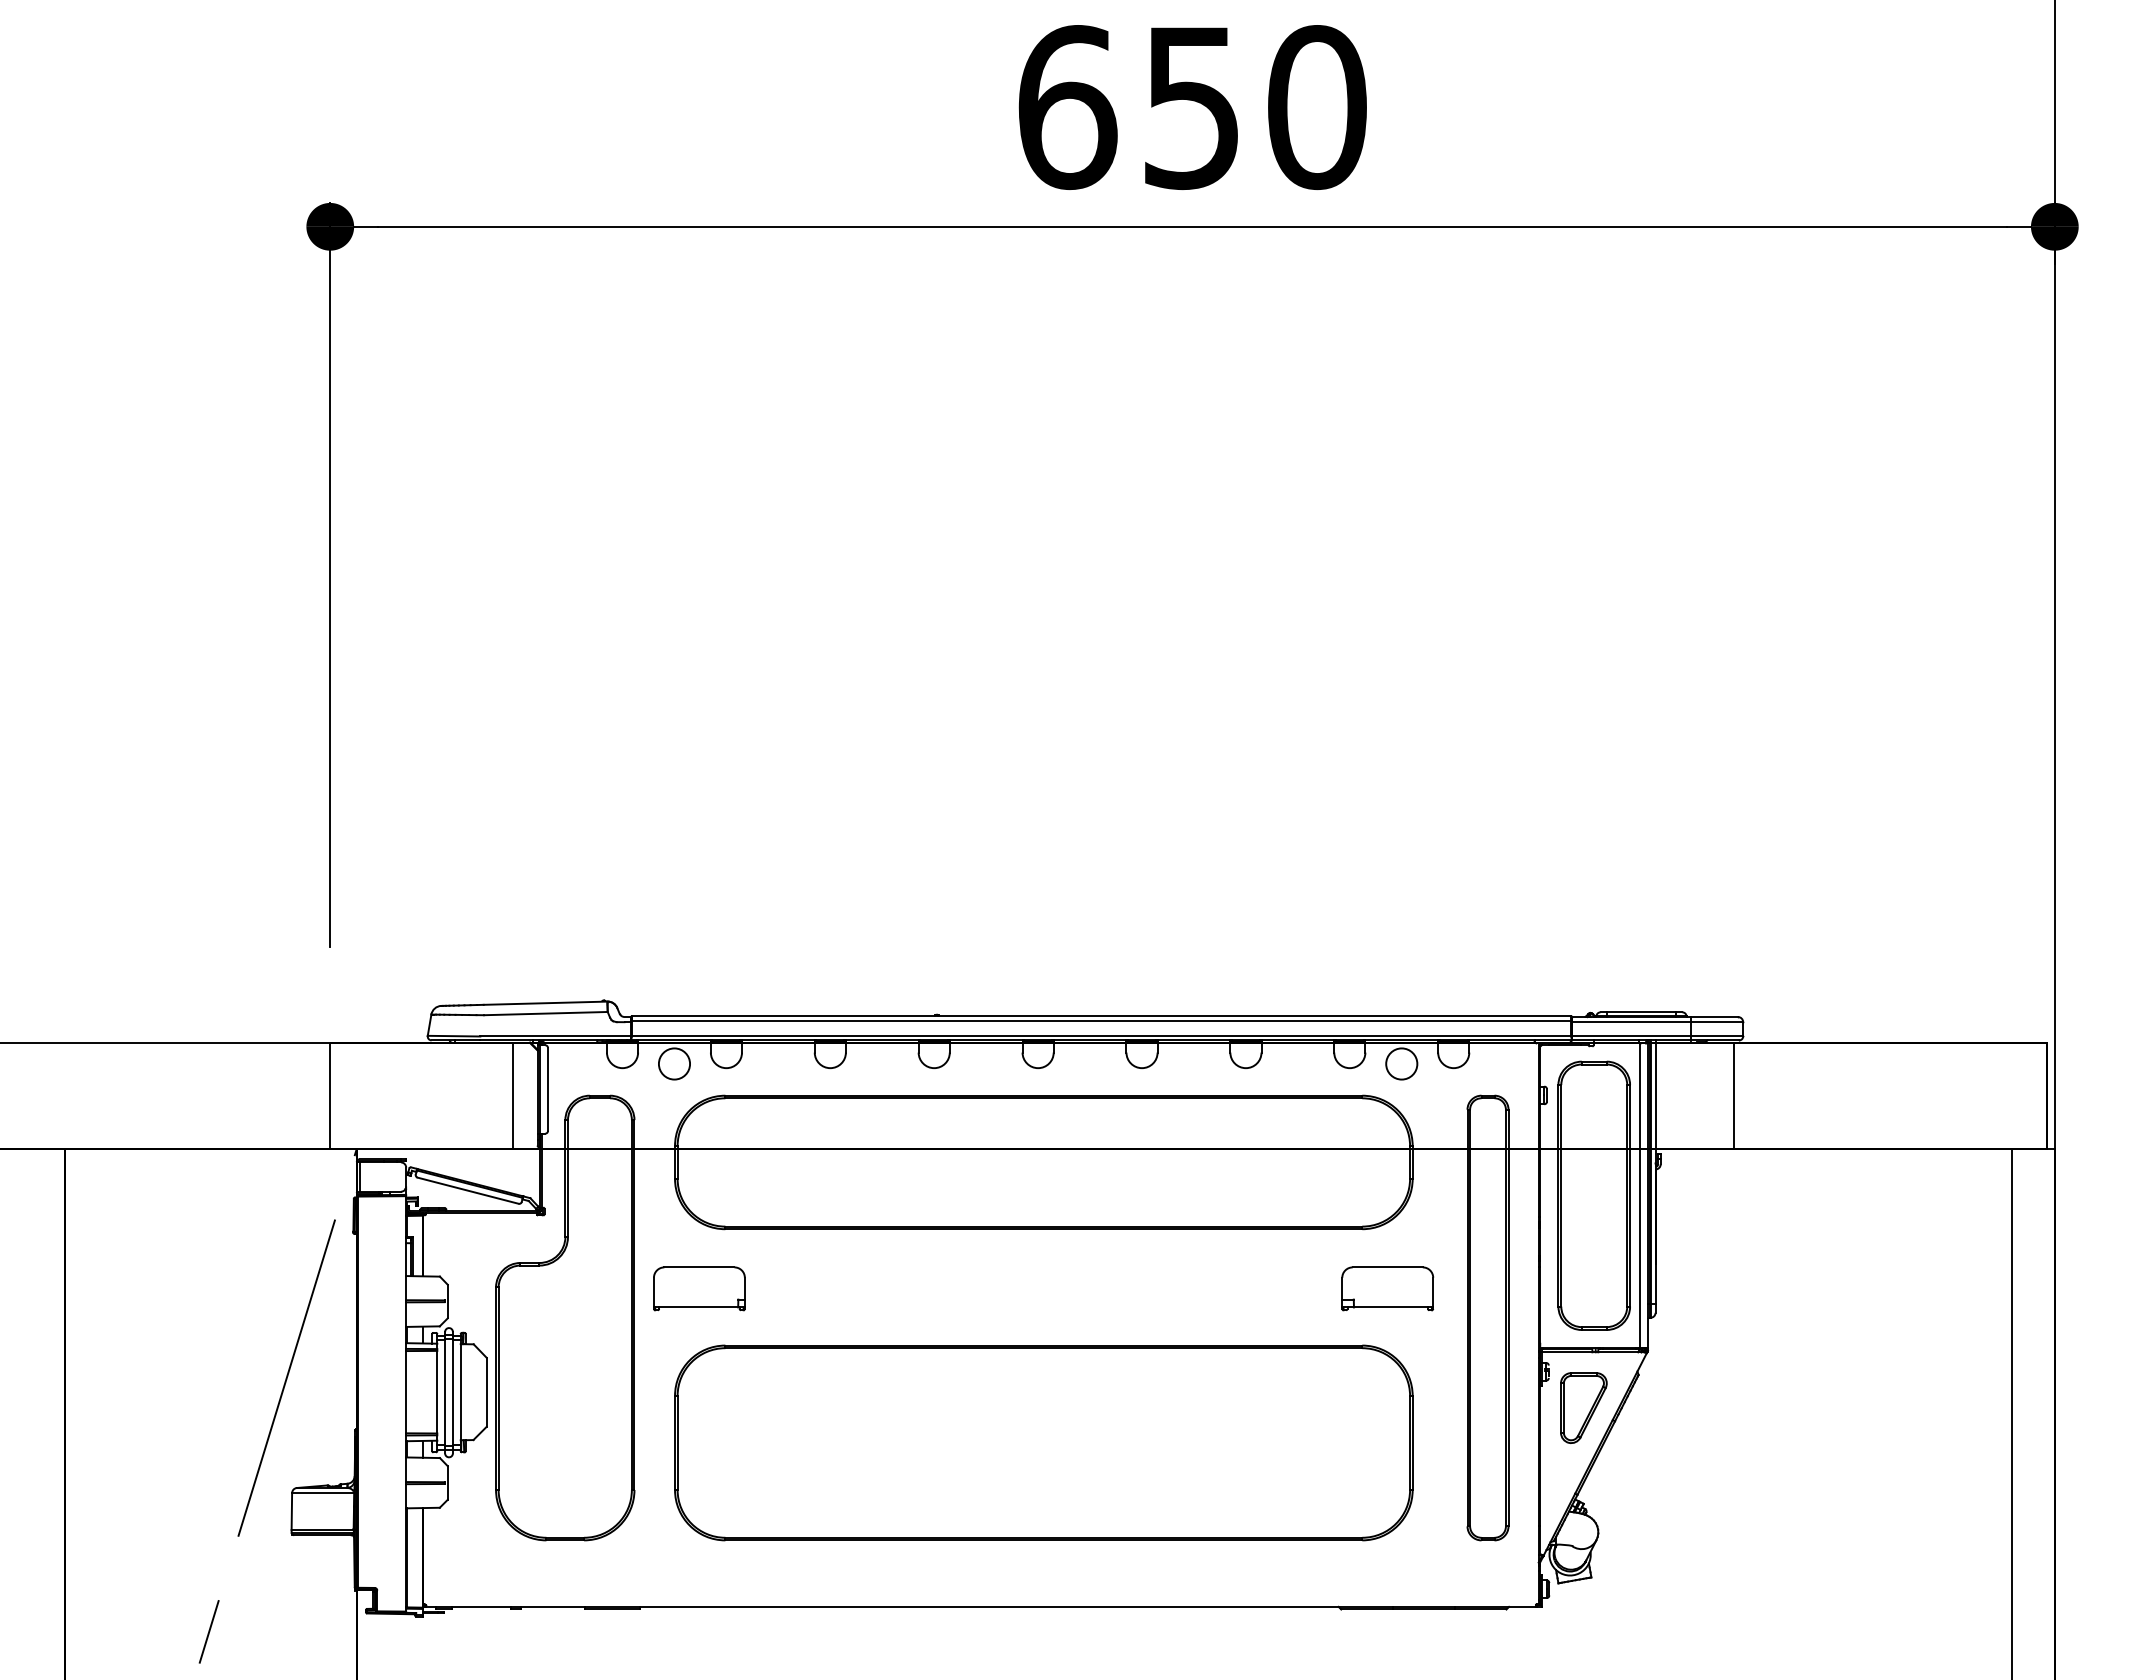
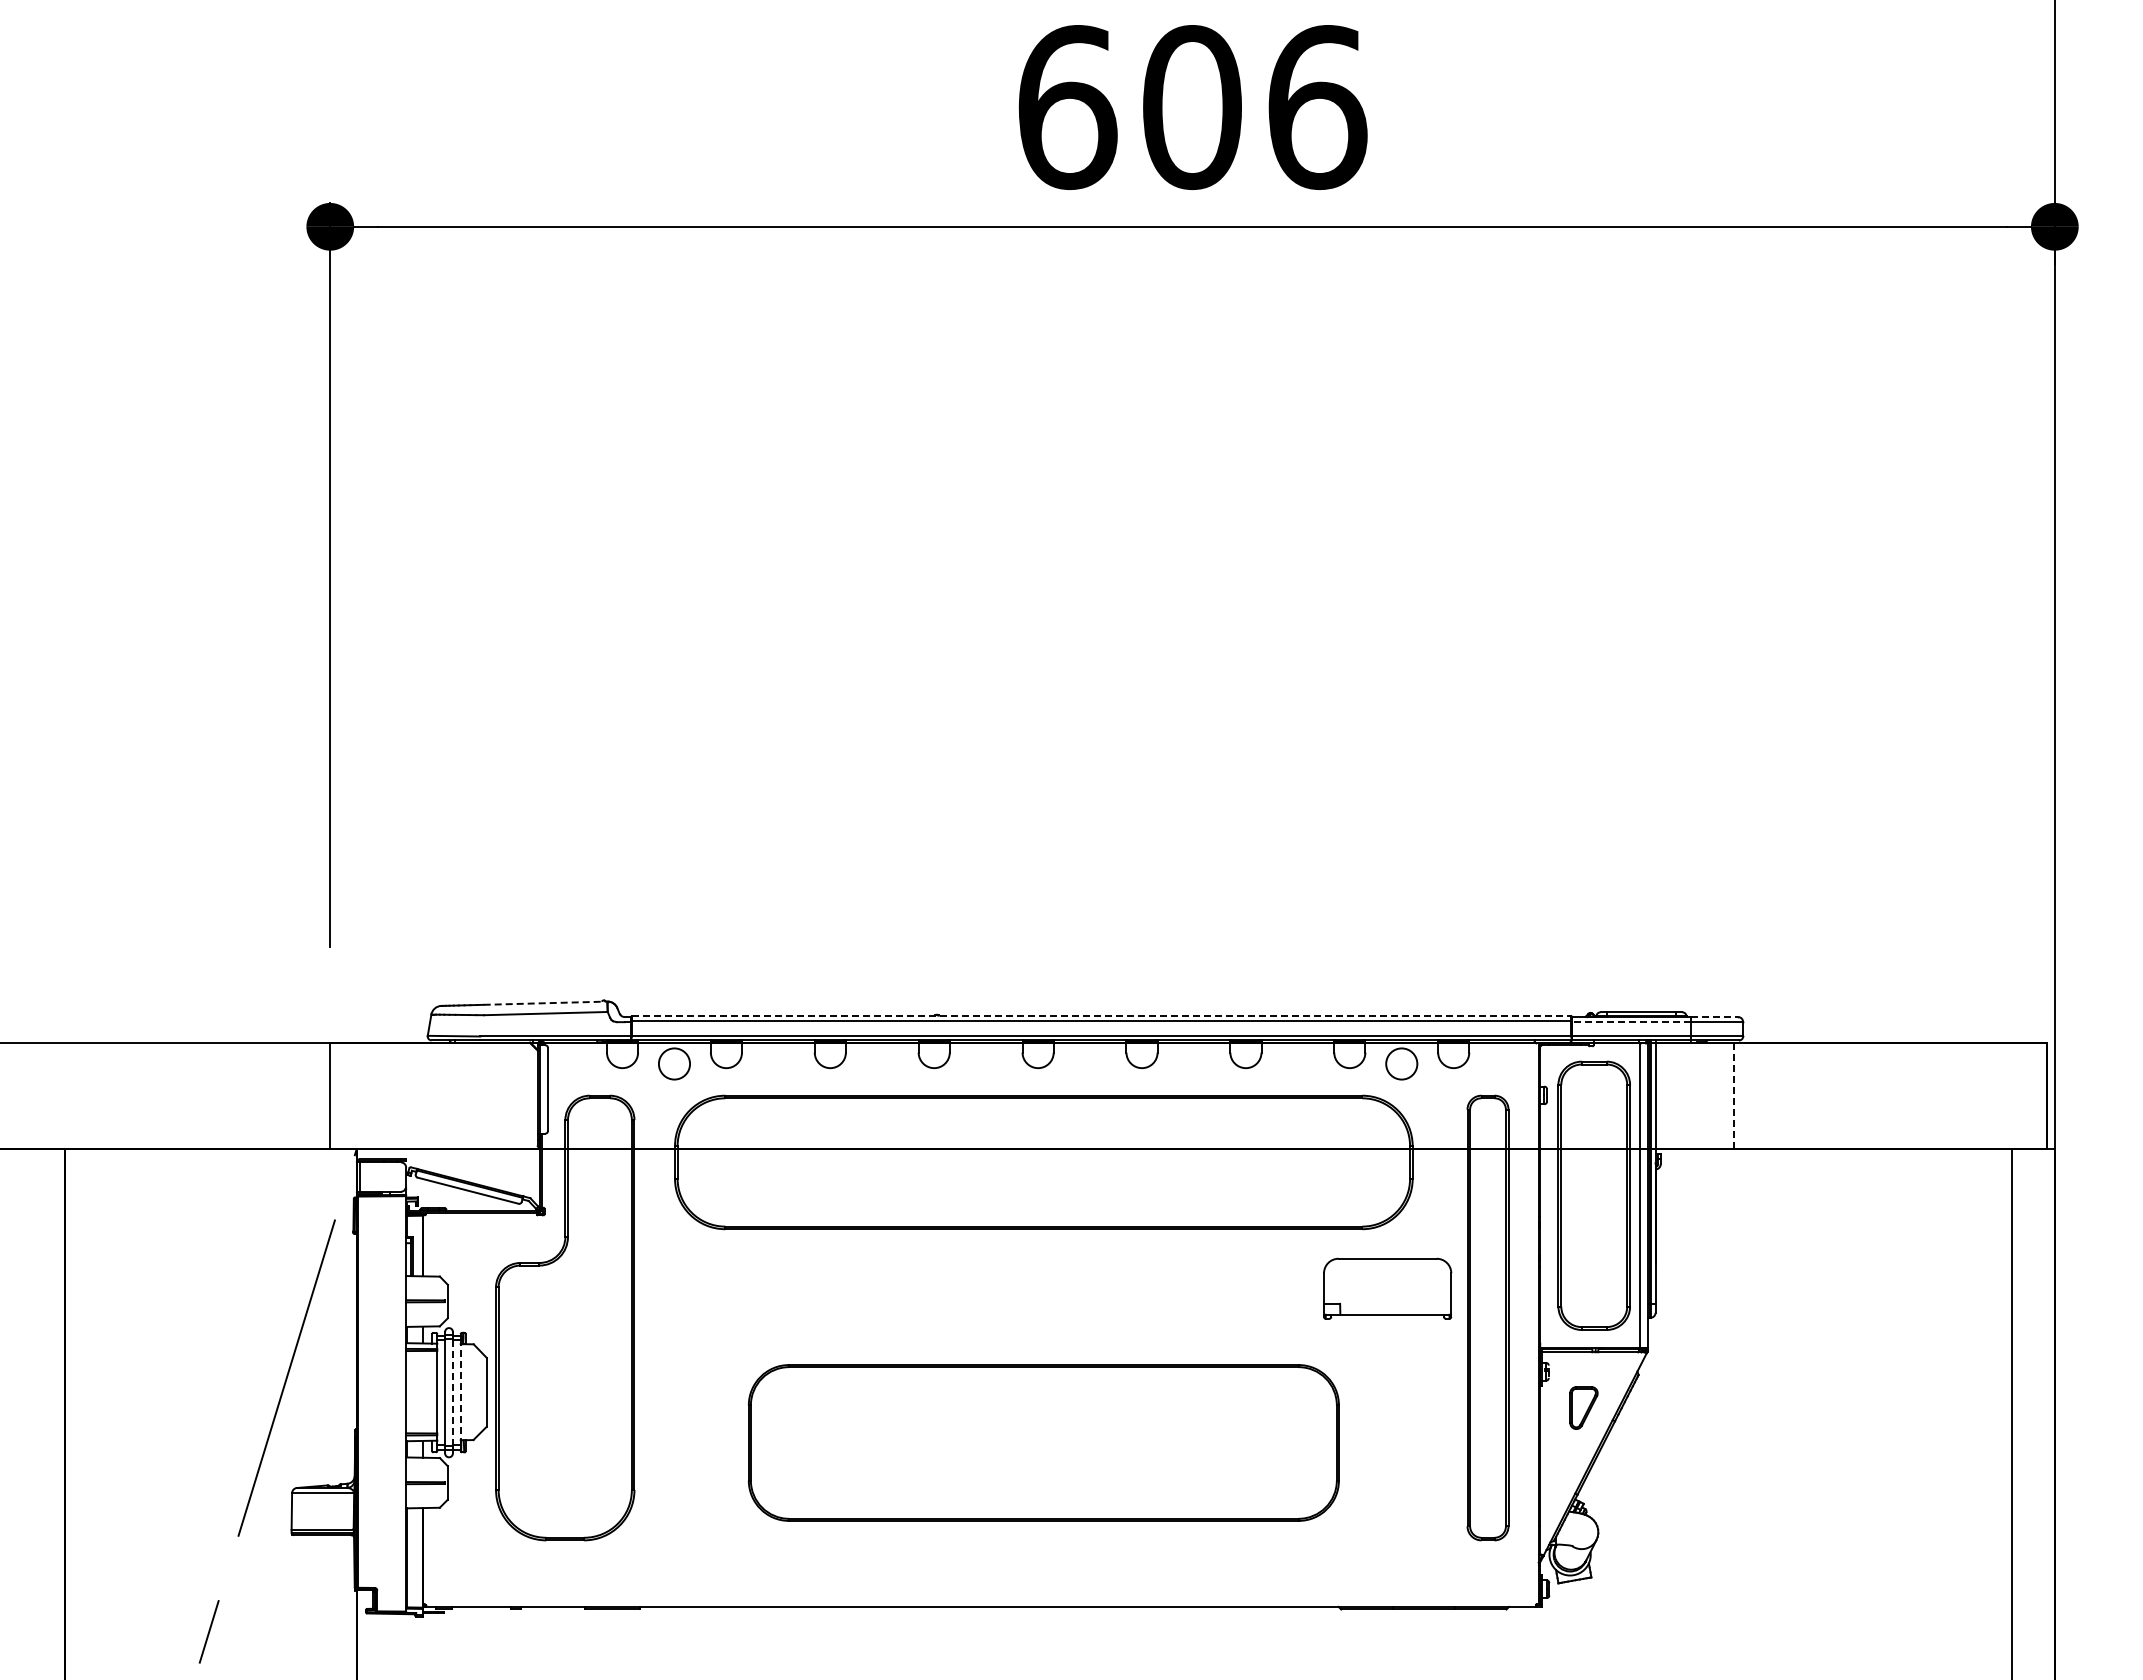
text at (1255, 107): 650 -> 606
line at (545, 1003): solid -> dashed
line at (1102, 1015): solid -> dashed
line at (1715, 1016): solid -> dashed
line at (1631, 1022): solid -> dashed
line at (513, 1095): present -> none
line at (1733, 1095): solid -> dashed
part at (699, 1288): present -> none
part at (1387, 1288) size: 94x46 px -> 130x63 px
line at (452, 1392): solid -> dashed
line at (460, 1392): solid -> dashed
part at (1583, 1407) size: 48x72 px -> 30x44 px
part at (1043, 1442) size: 740x198 px -> 593x158 px
